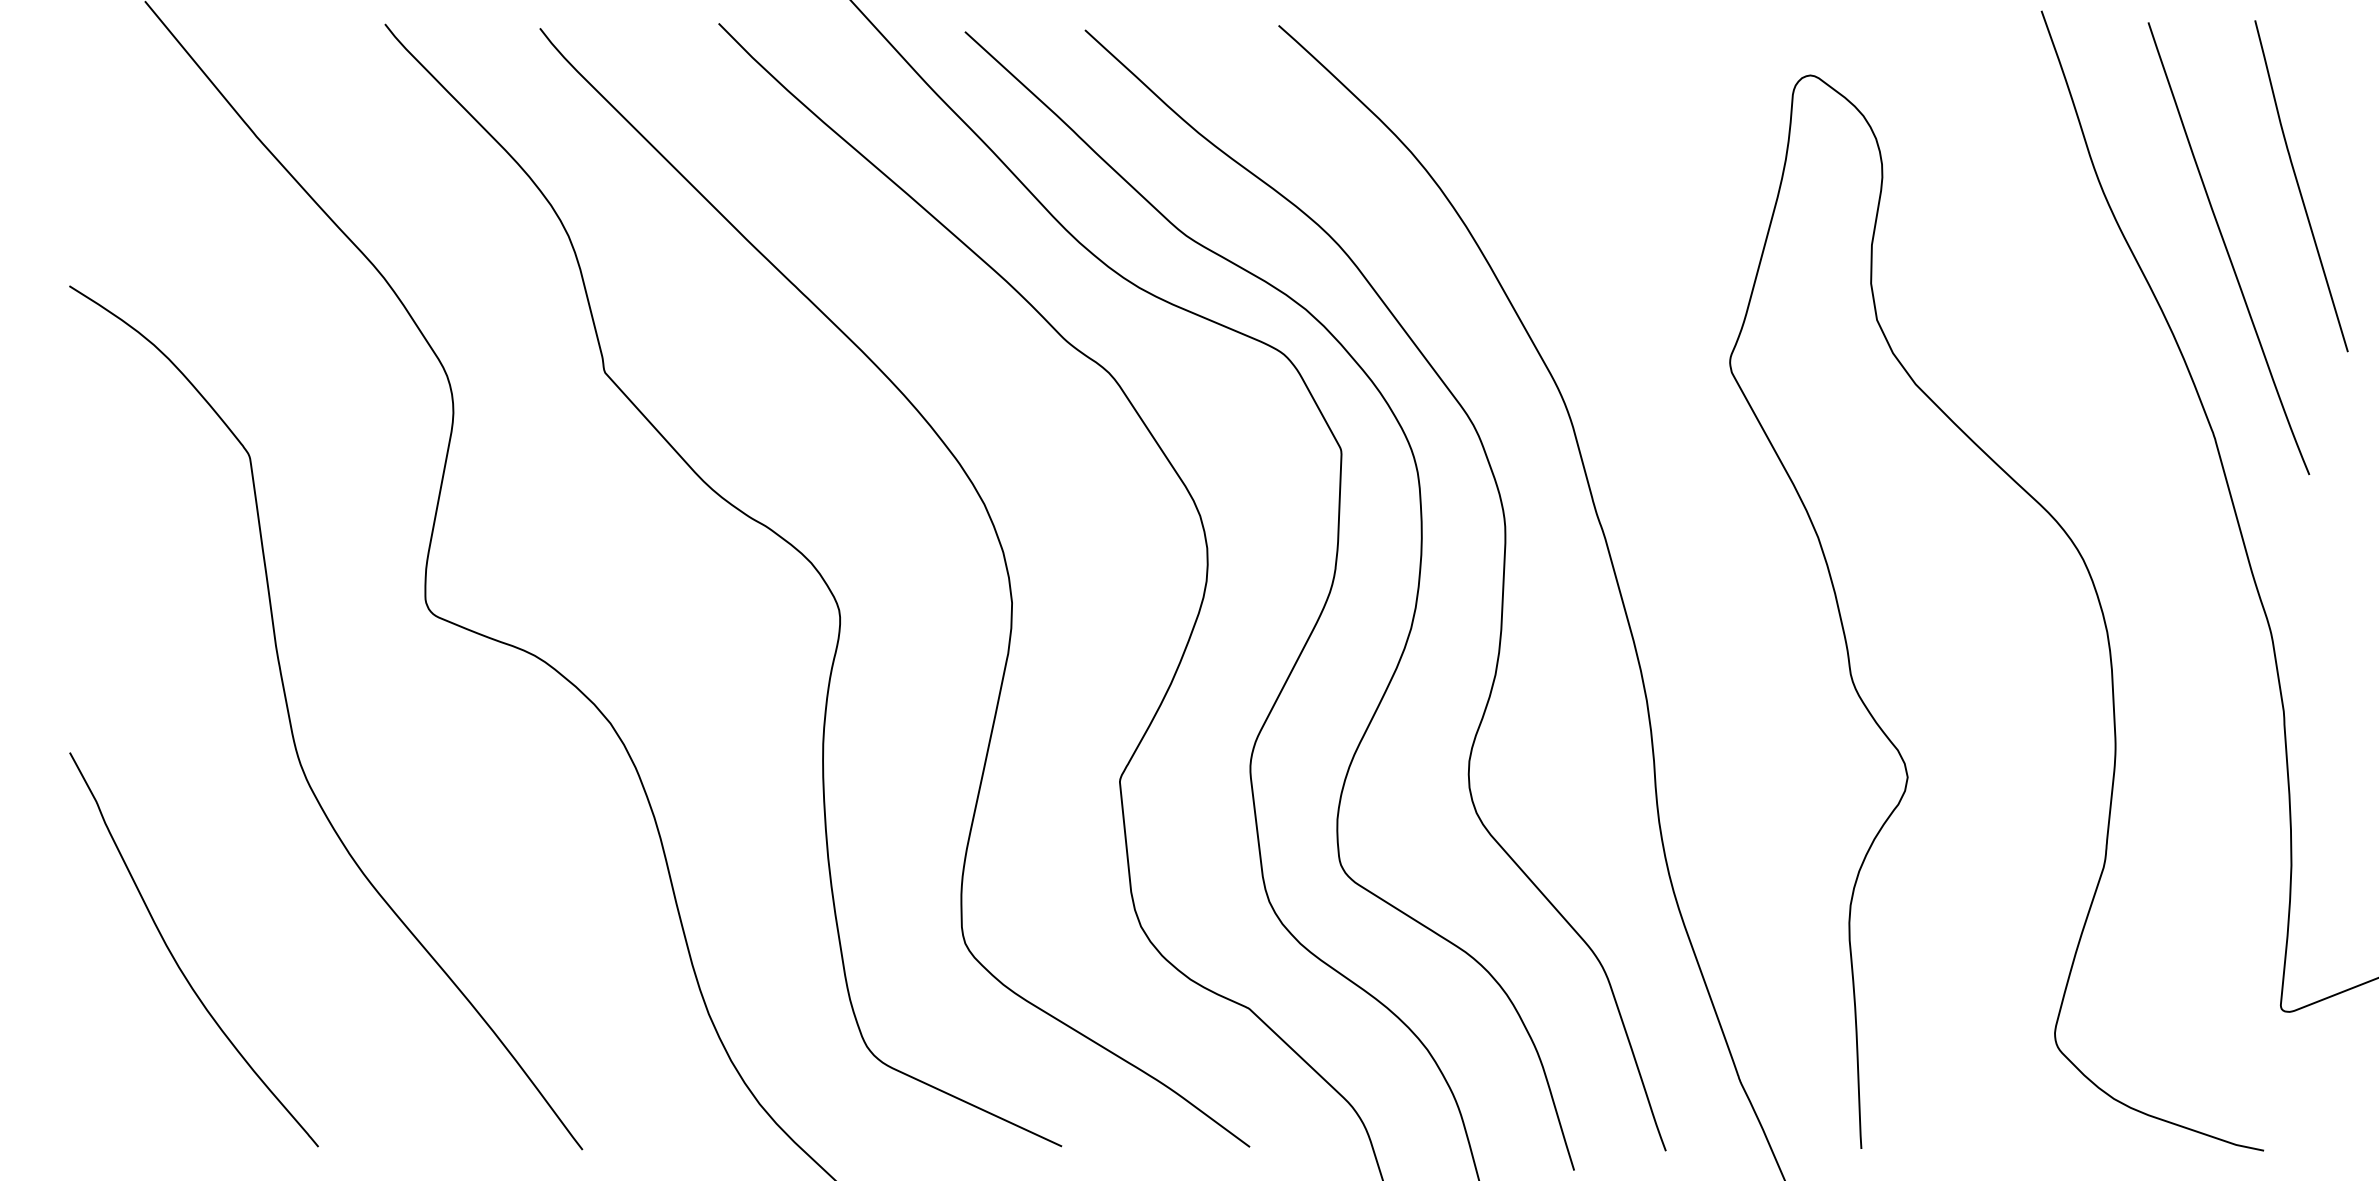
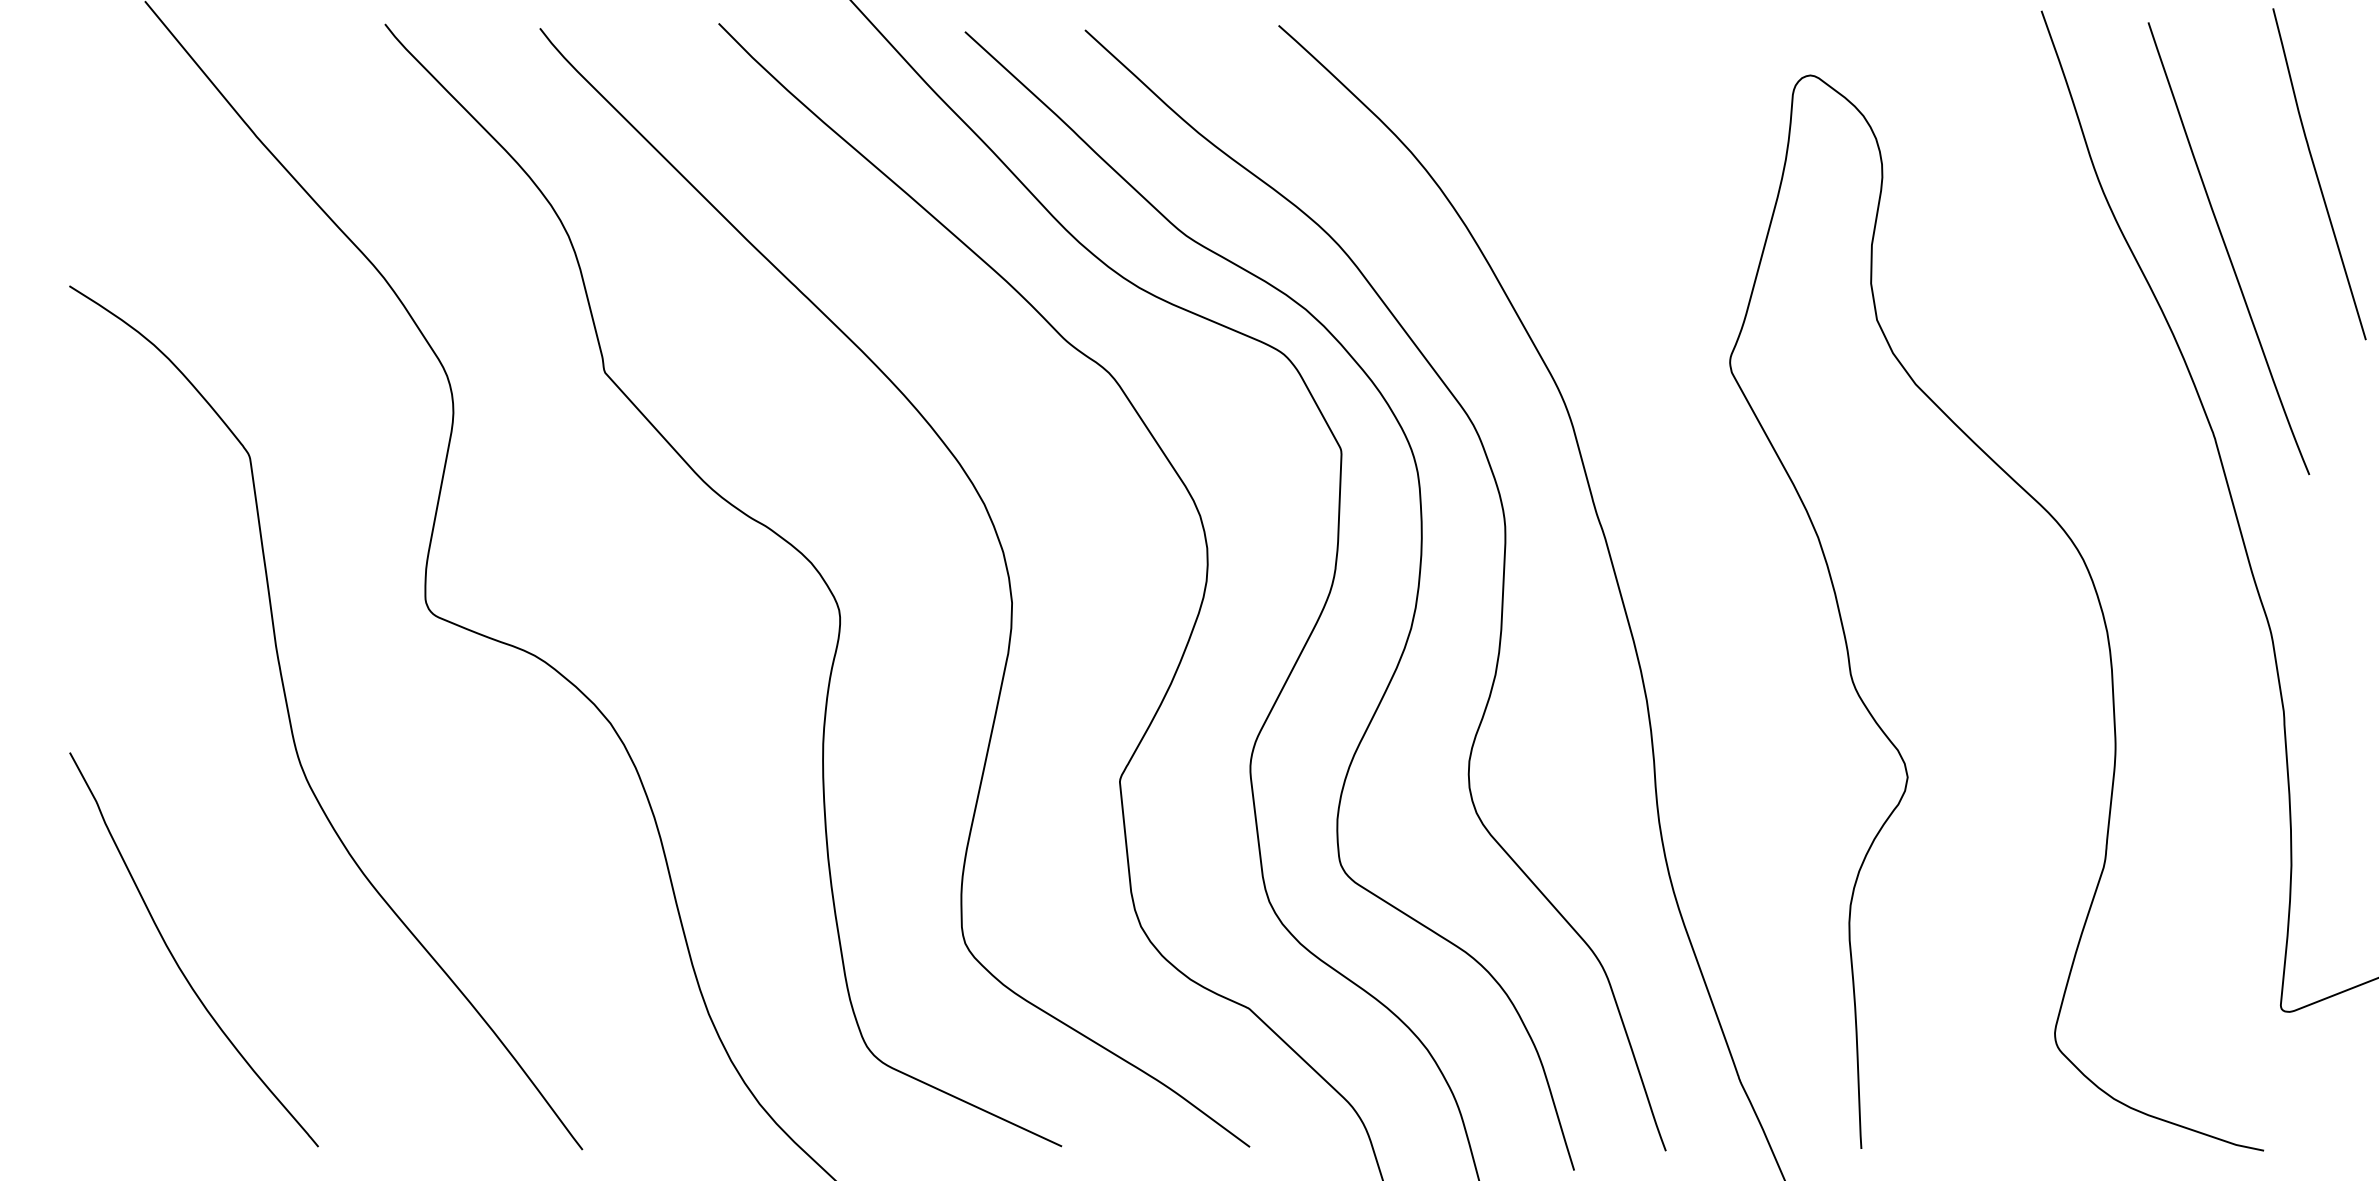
curve at (2299, 186) position: (2299, 186) -> (2317, 174)
